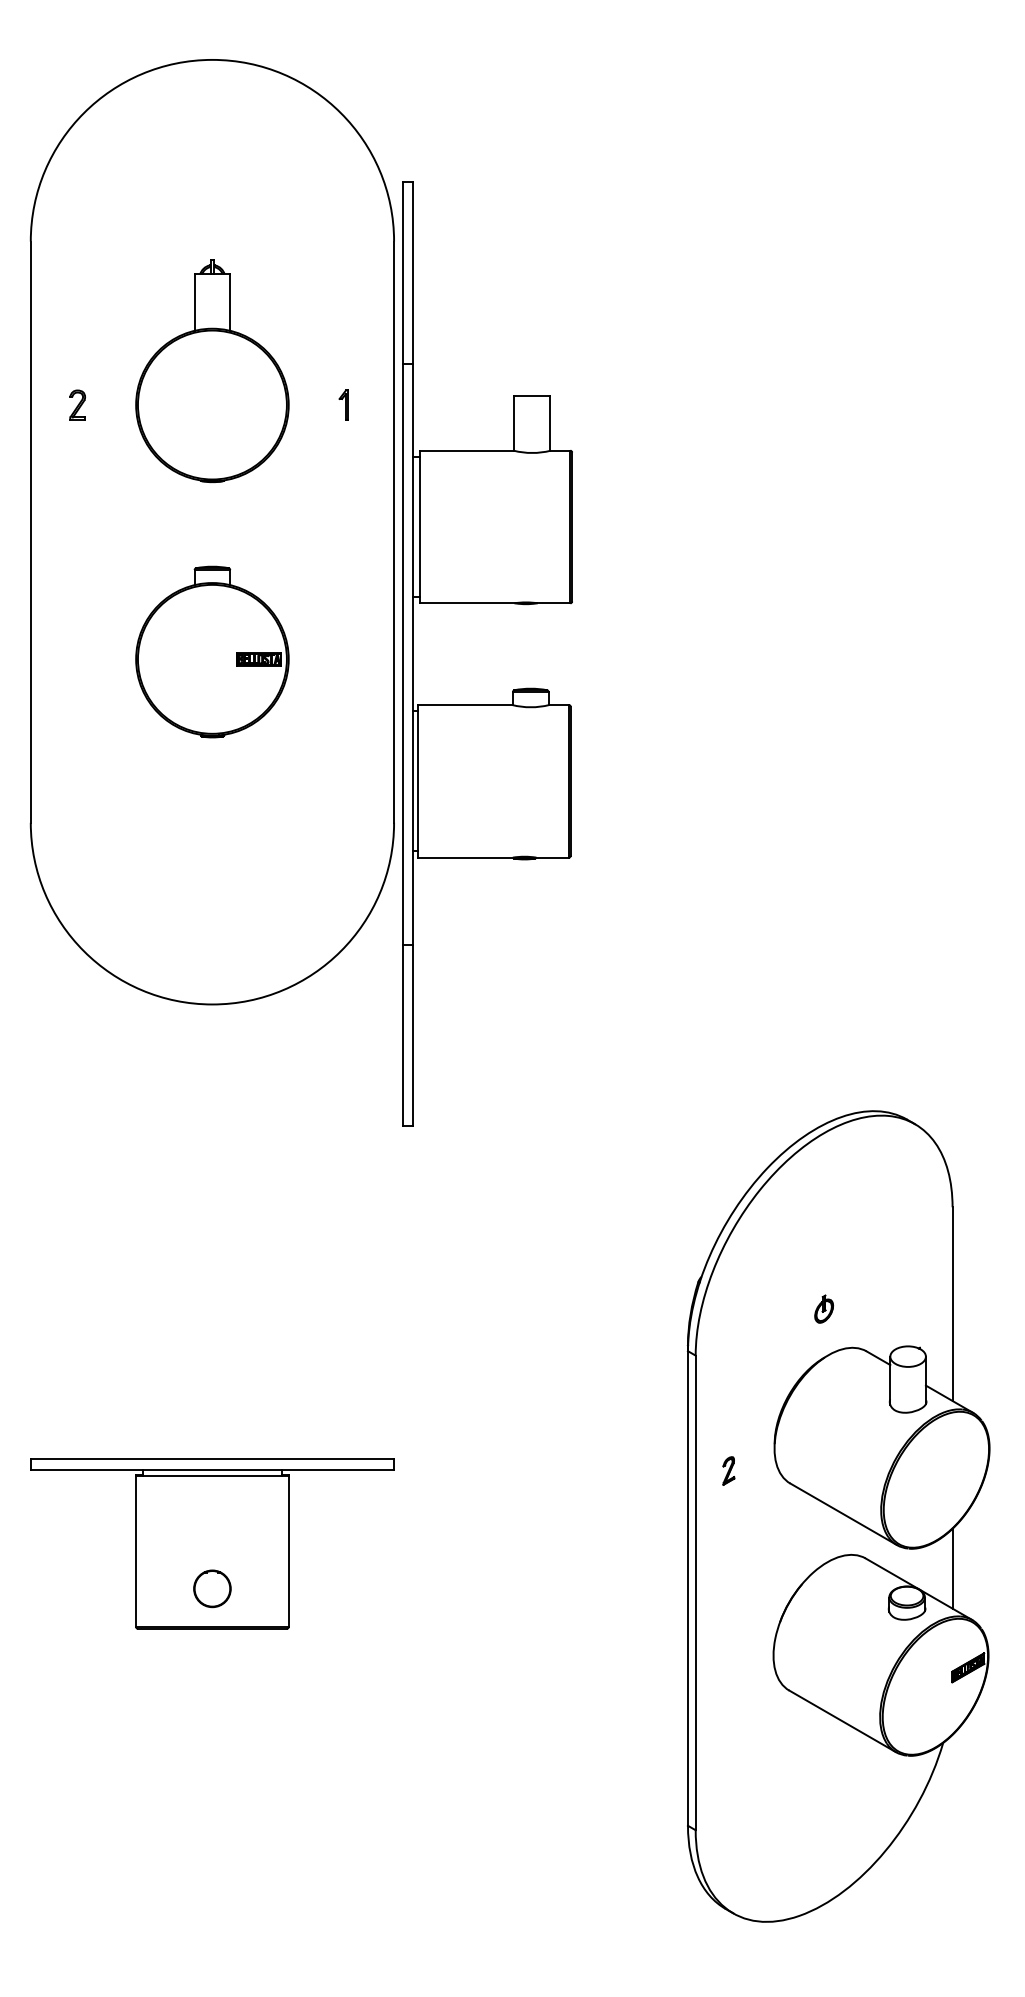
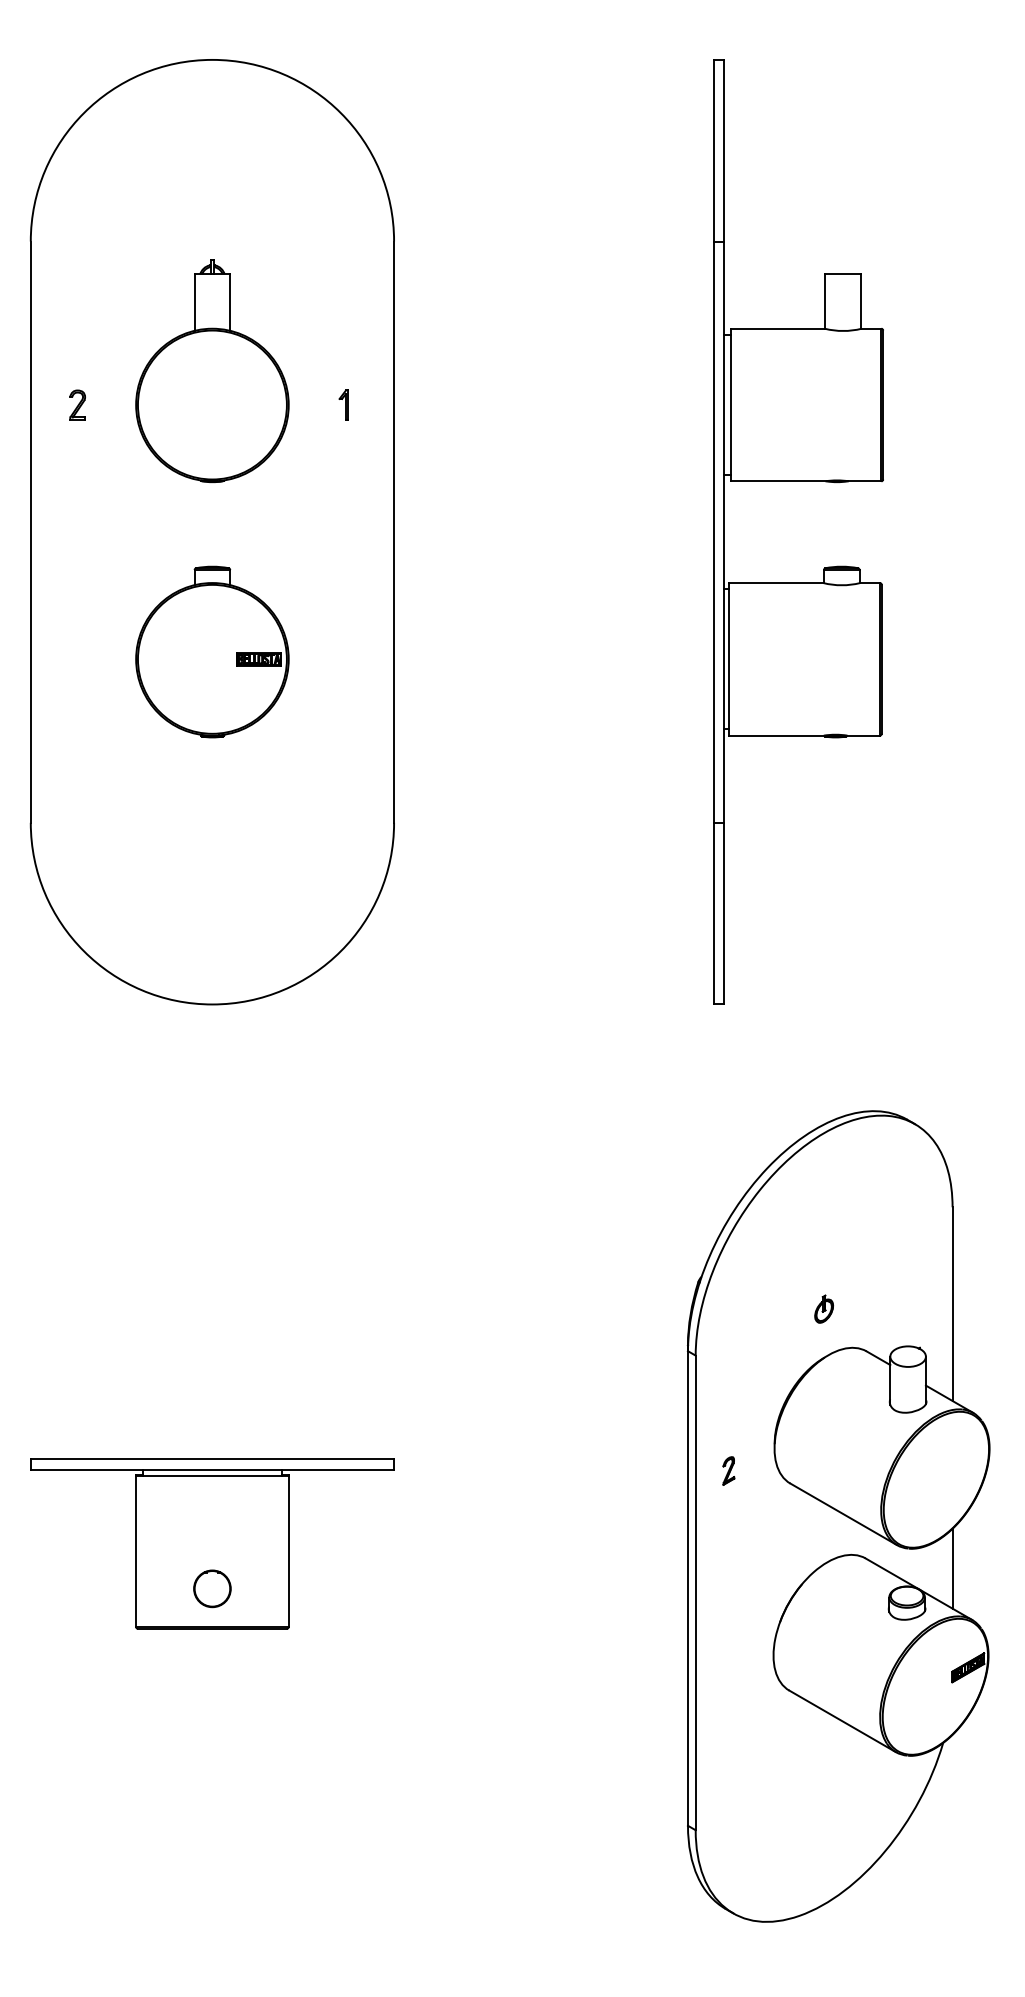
part at (513, 689) position: (513, 689) -> (824, 567)
